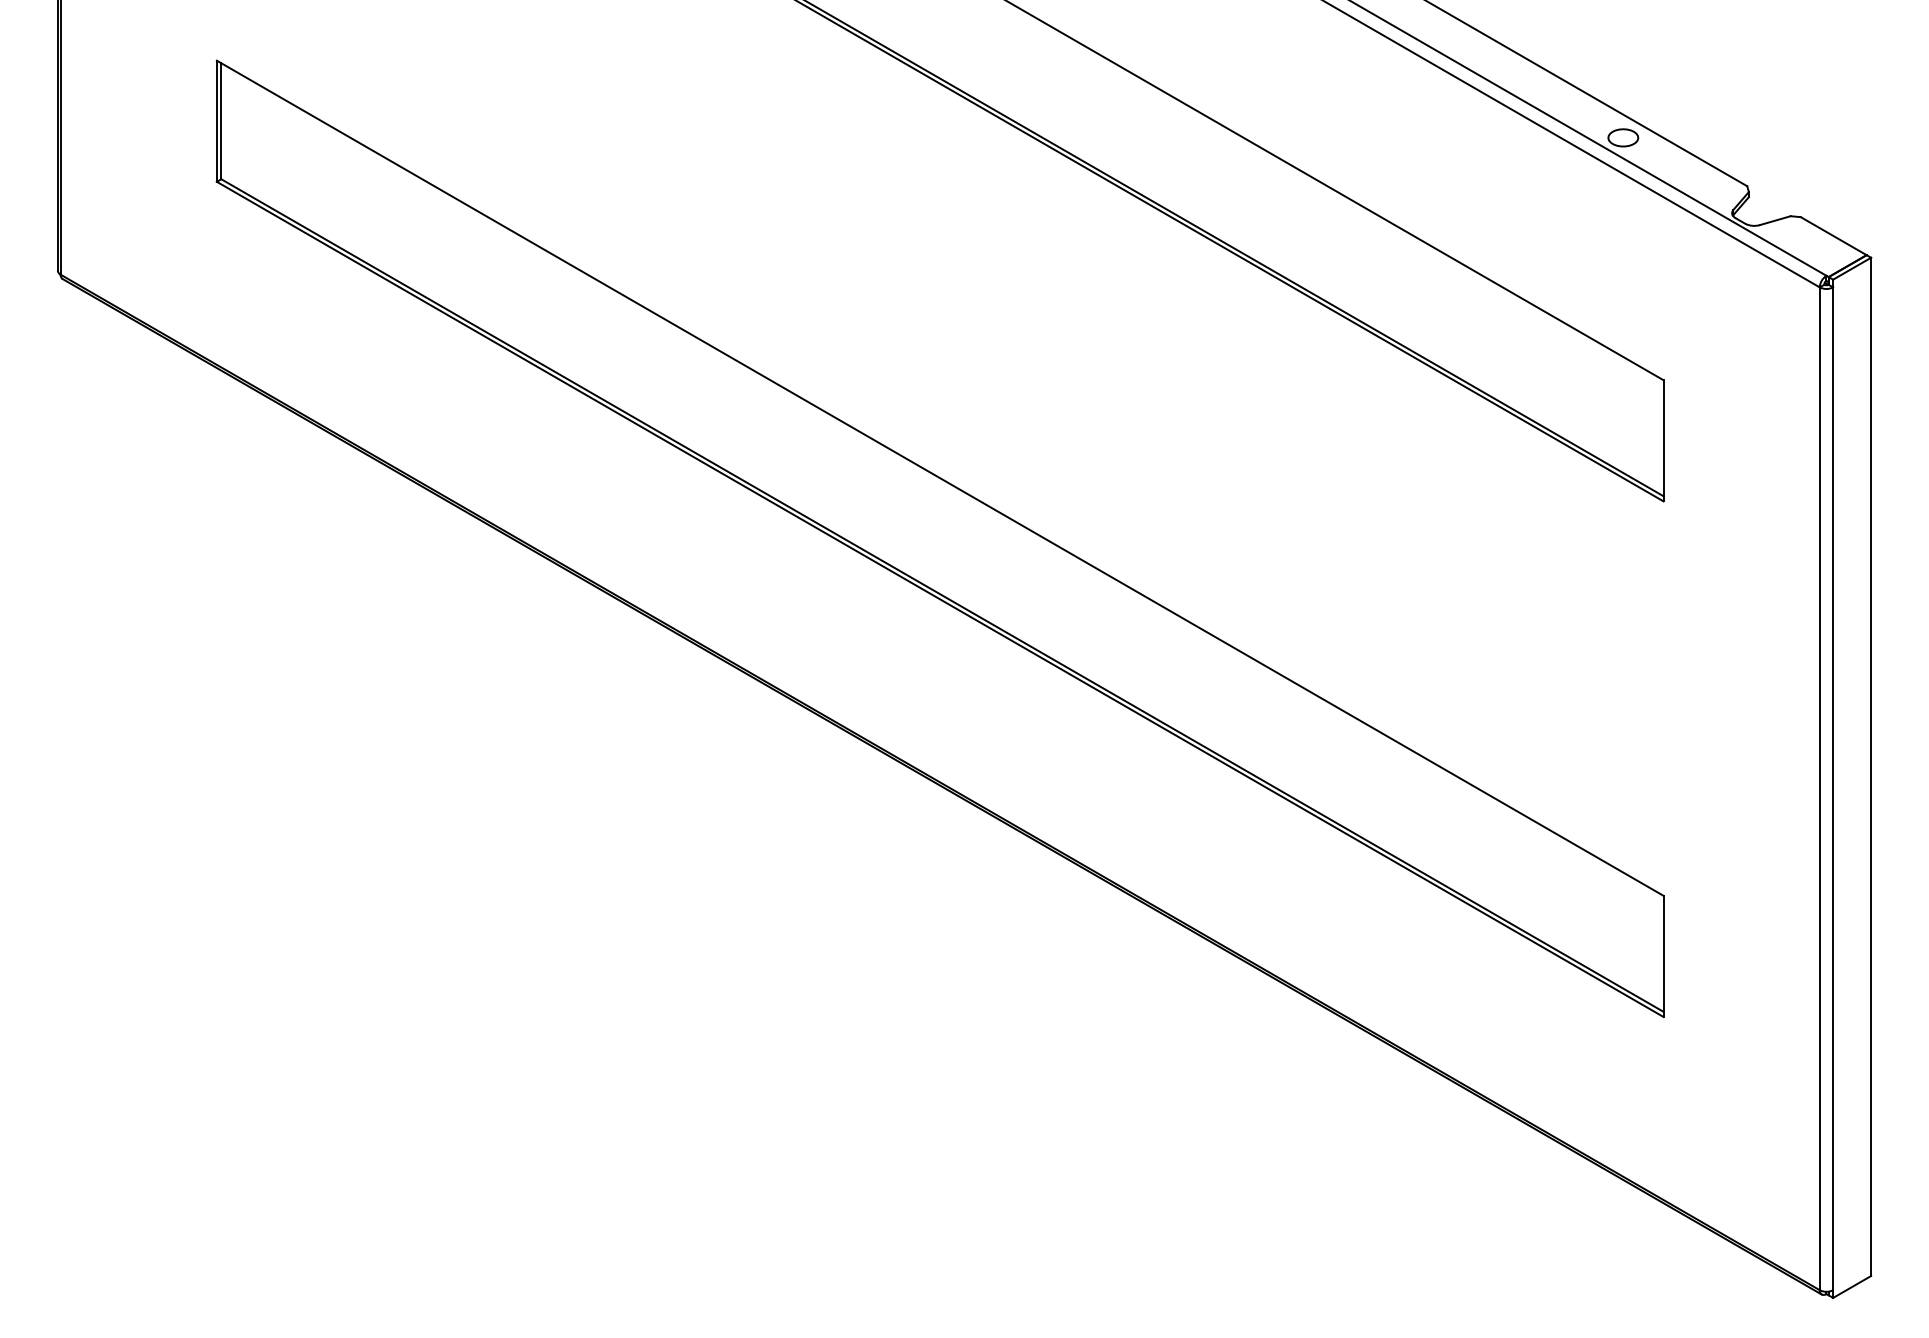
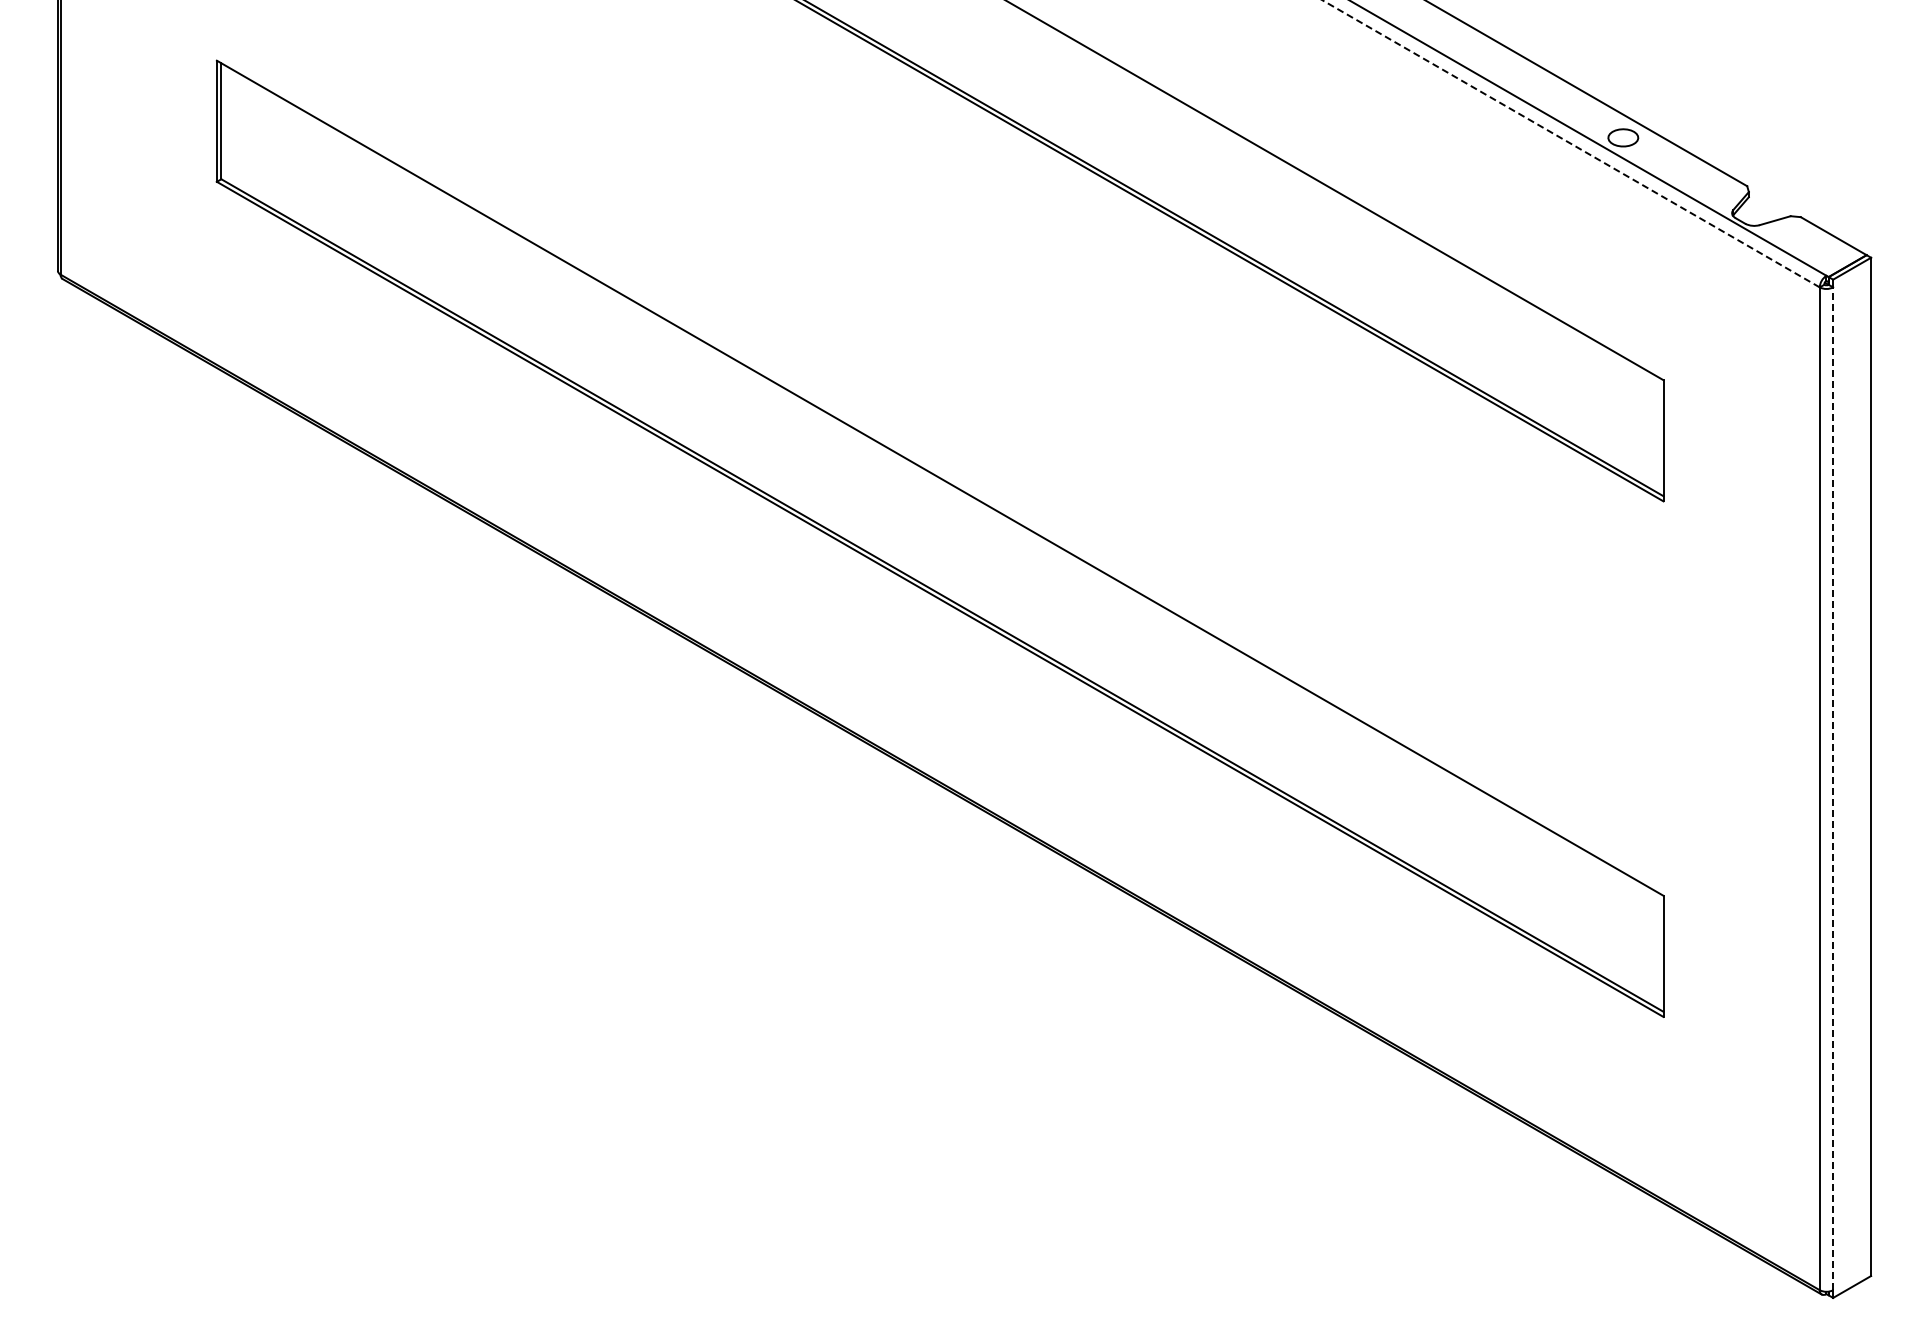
line at (1570, 143): solid -> dashed
line at (1833, 788): solid -> dashed
